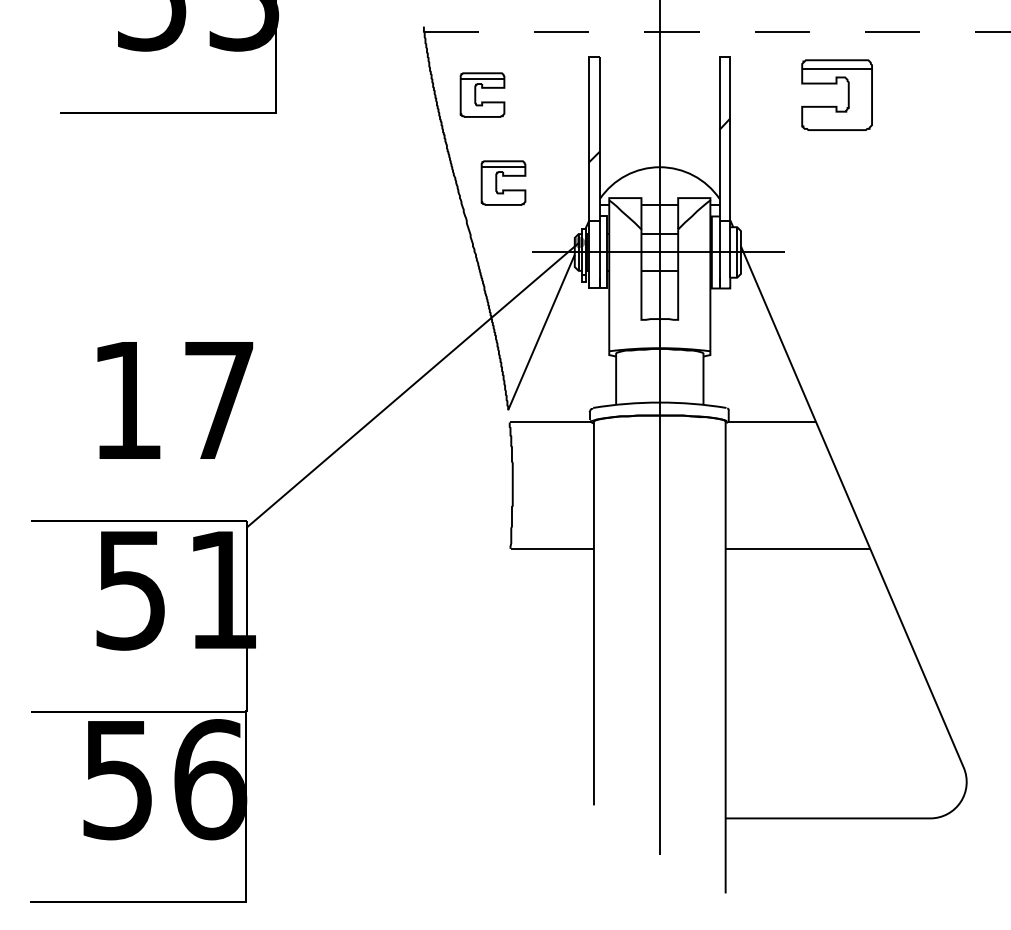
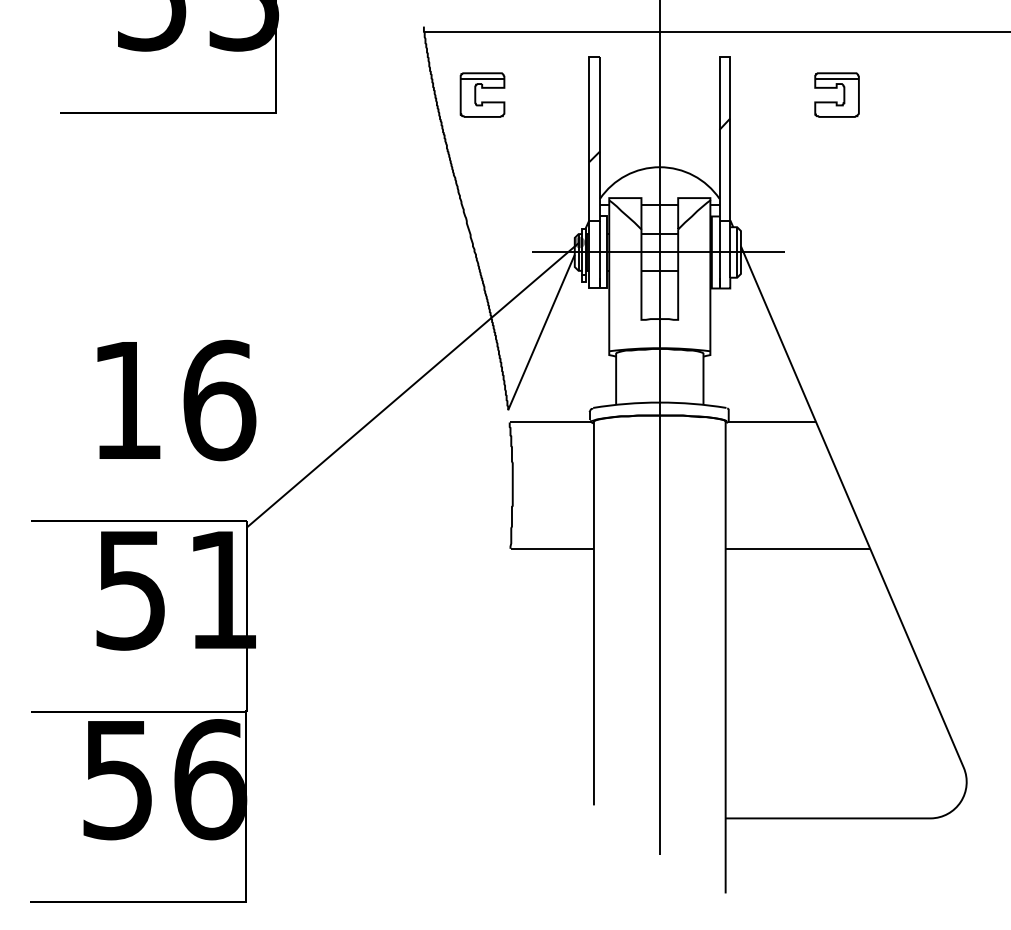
line at (717, 31): dashed -> solid
part at (836, 94) size: 72x72 px -> 46x46 px
part at (503, 182): present -> none
text at (219, 400): 17 -> 16
